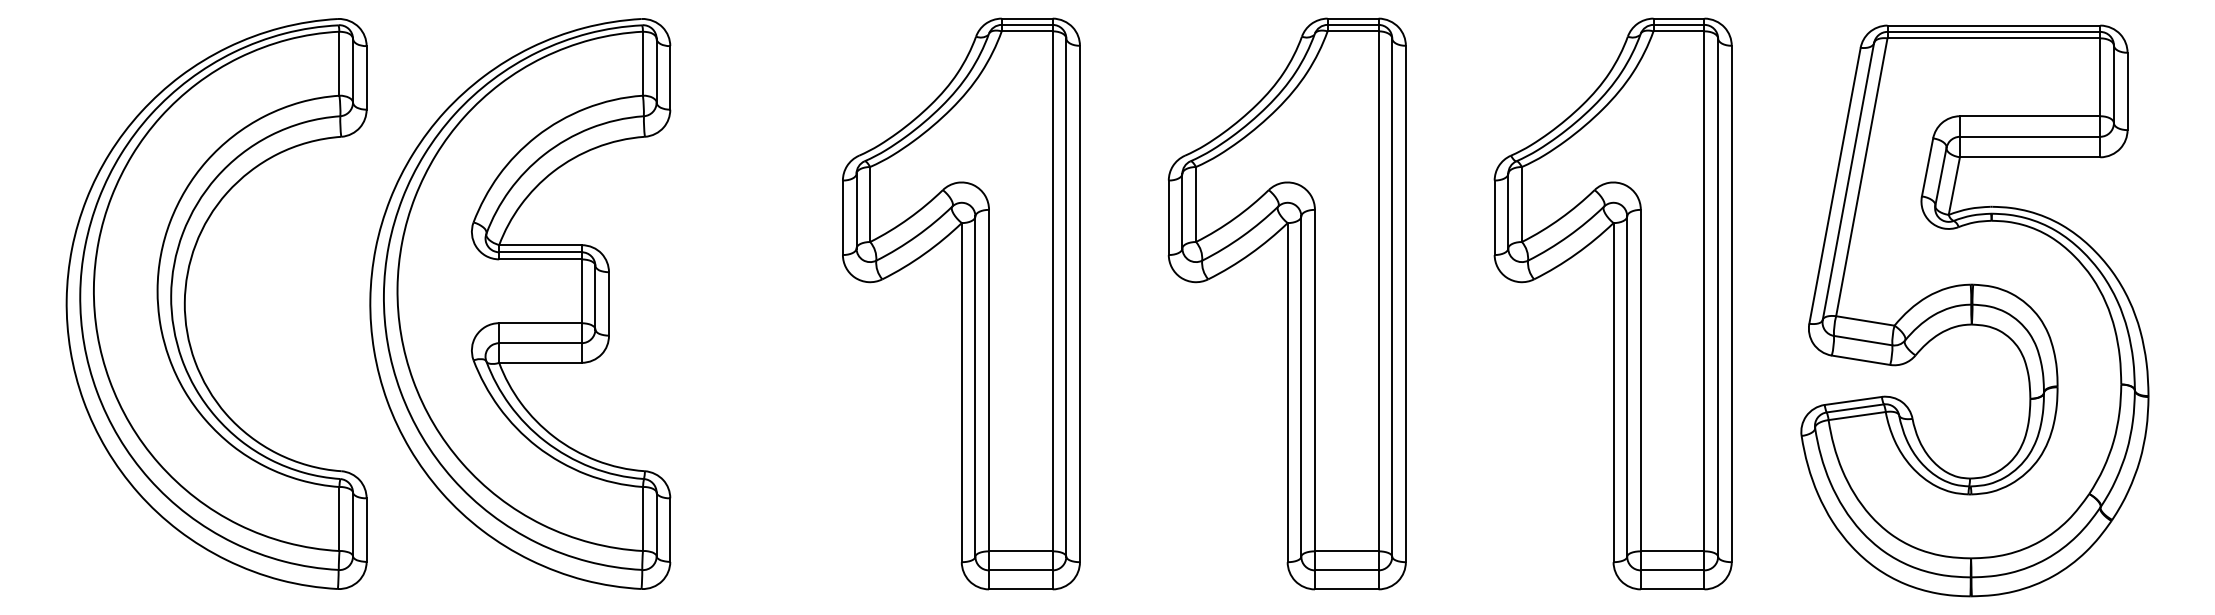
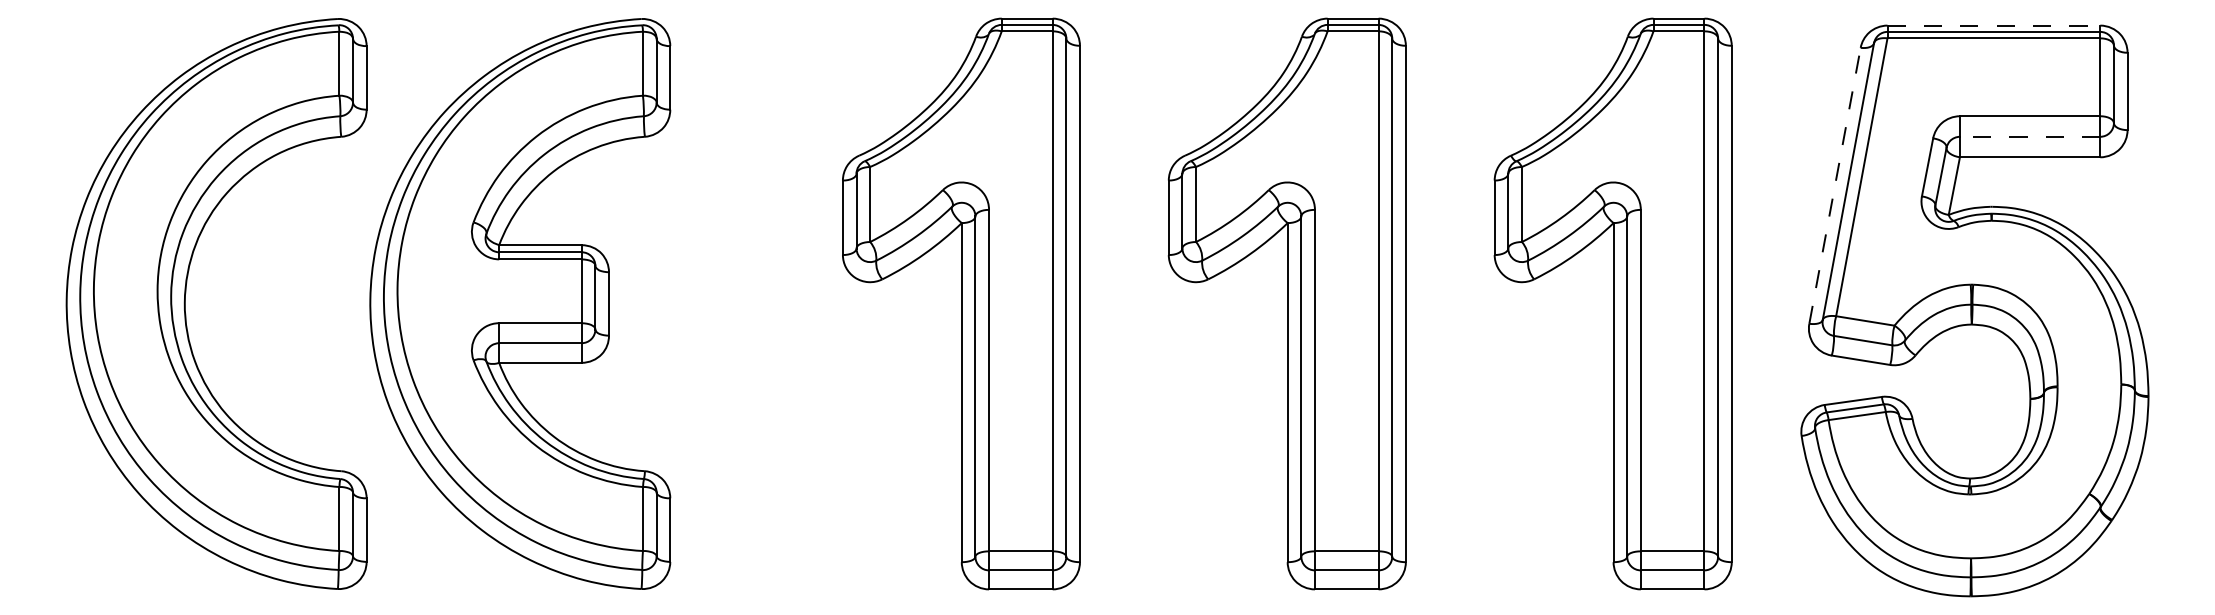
line at (1994, 25): solid -> dashed
line at (2029, 136): solid -> dashed
line at (1835, 185): solid -> dashed
